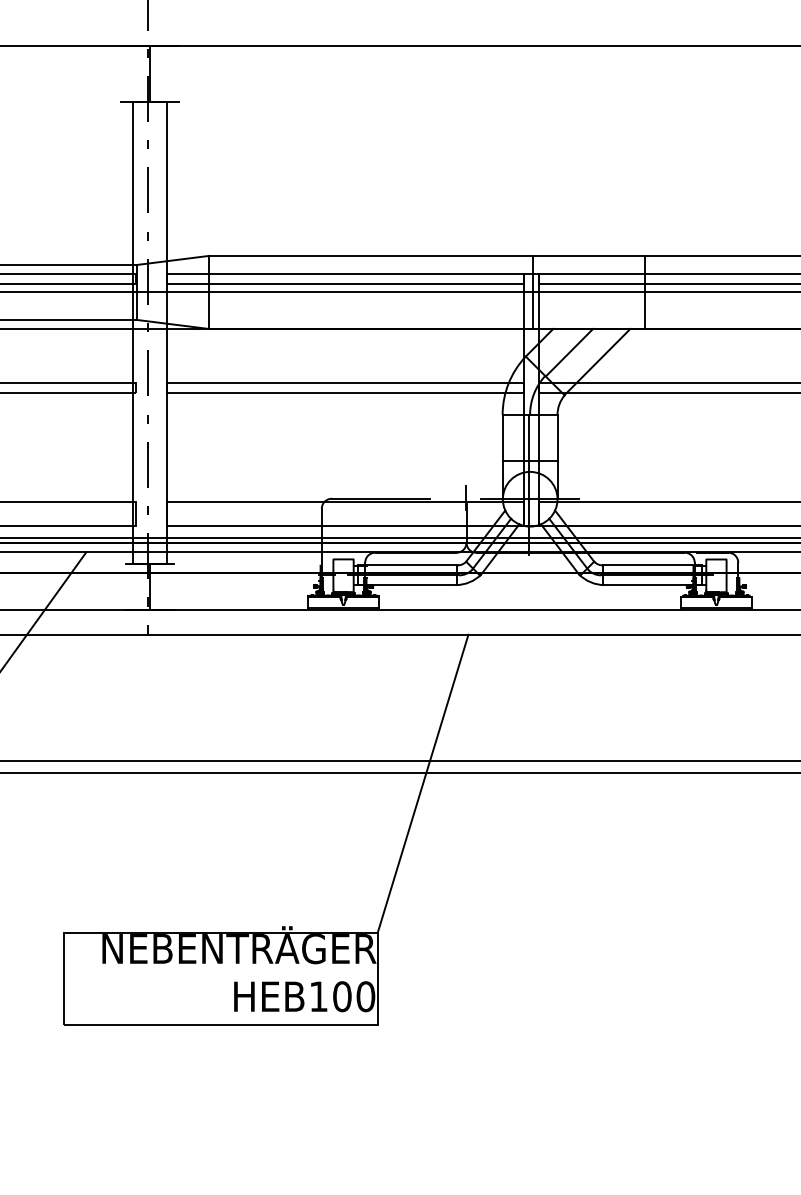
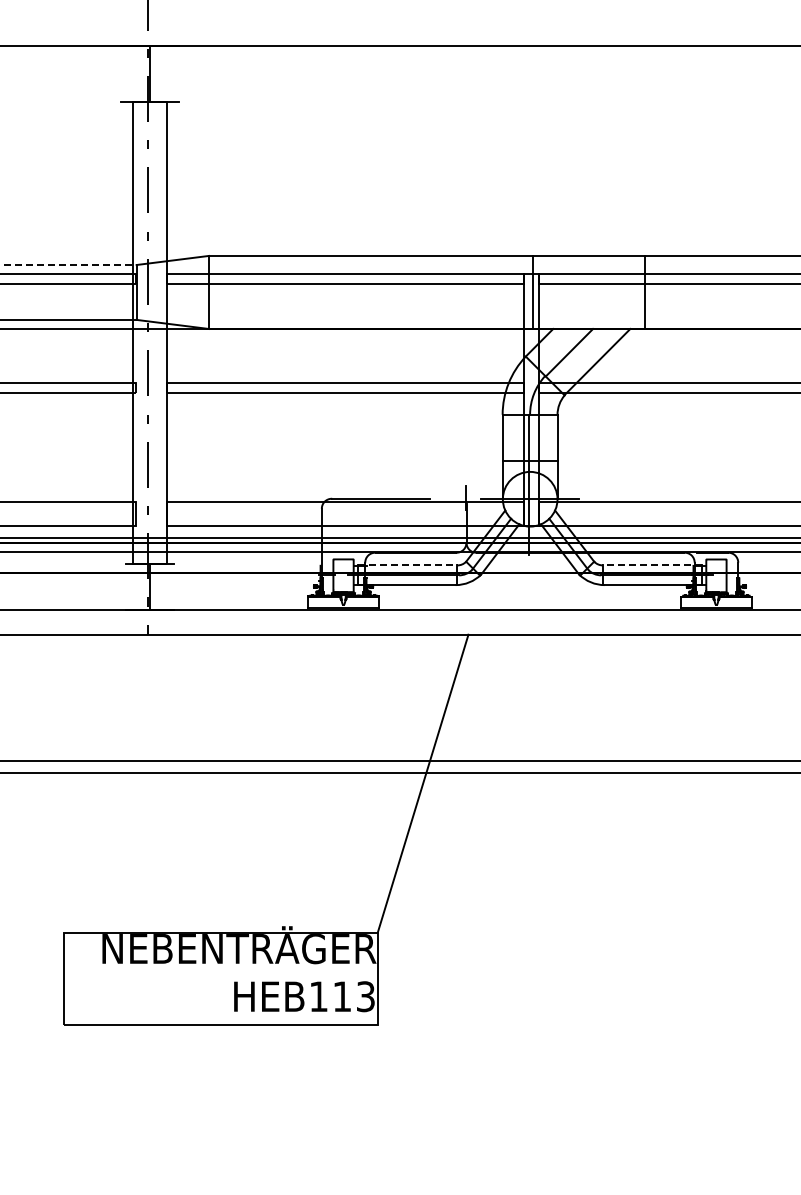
line at (68, 265): solid -> dashed
line at (399, 292): present -> none
line at (407, 565): solid -> dashed
line at (652, 565): solid -> dashed
line at (44, 610): present -> none
text at (354, 996): HEB100 -> HEB113
